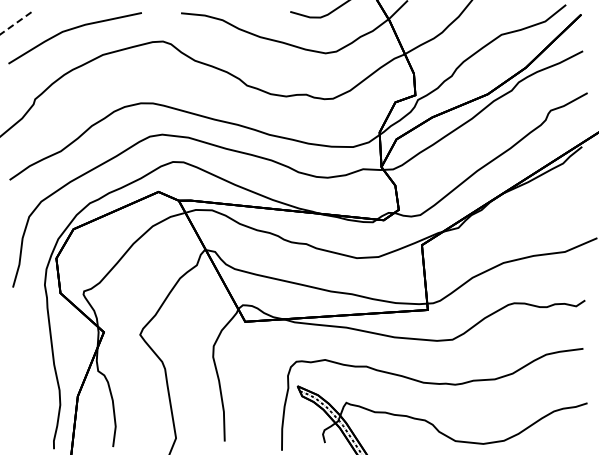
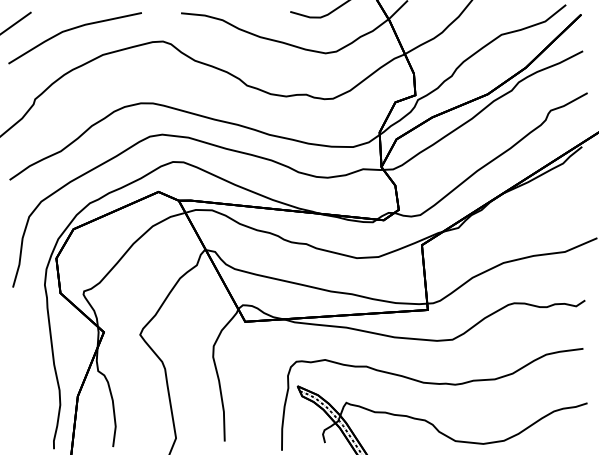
line at (15, 23): dashed -> solid
